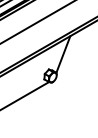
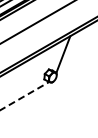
line at (25, 95): solid -> dashed
